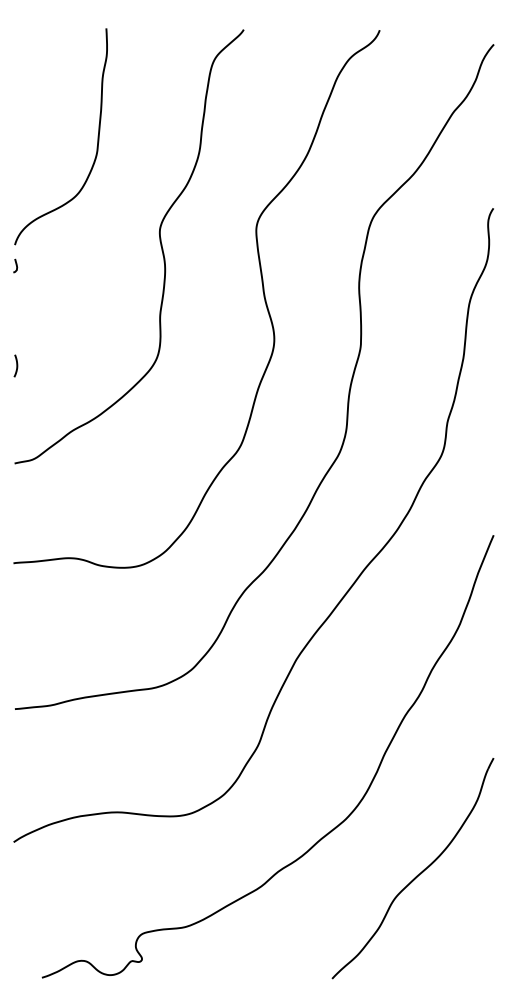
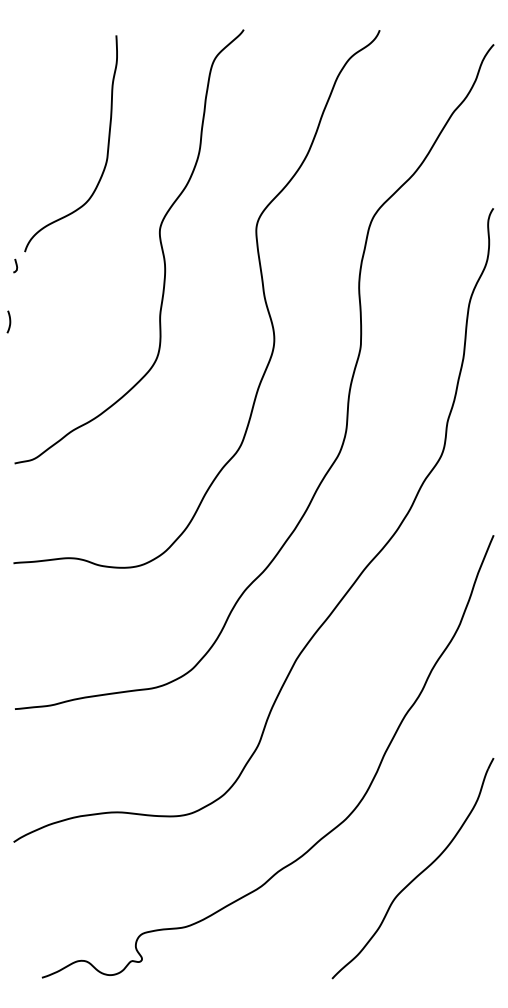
curve at (97, 136) position: (97, 136) -> (107, 143)
curve at (16, 365) position: (16, 365) -> (9, 321)
